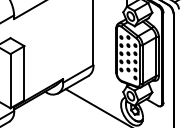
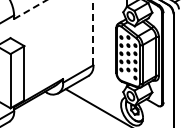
line at (30, 9): solid -> dashed
line at (93, 32): solid -> dashed
